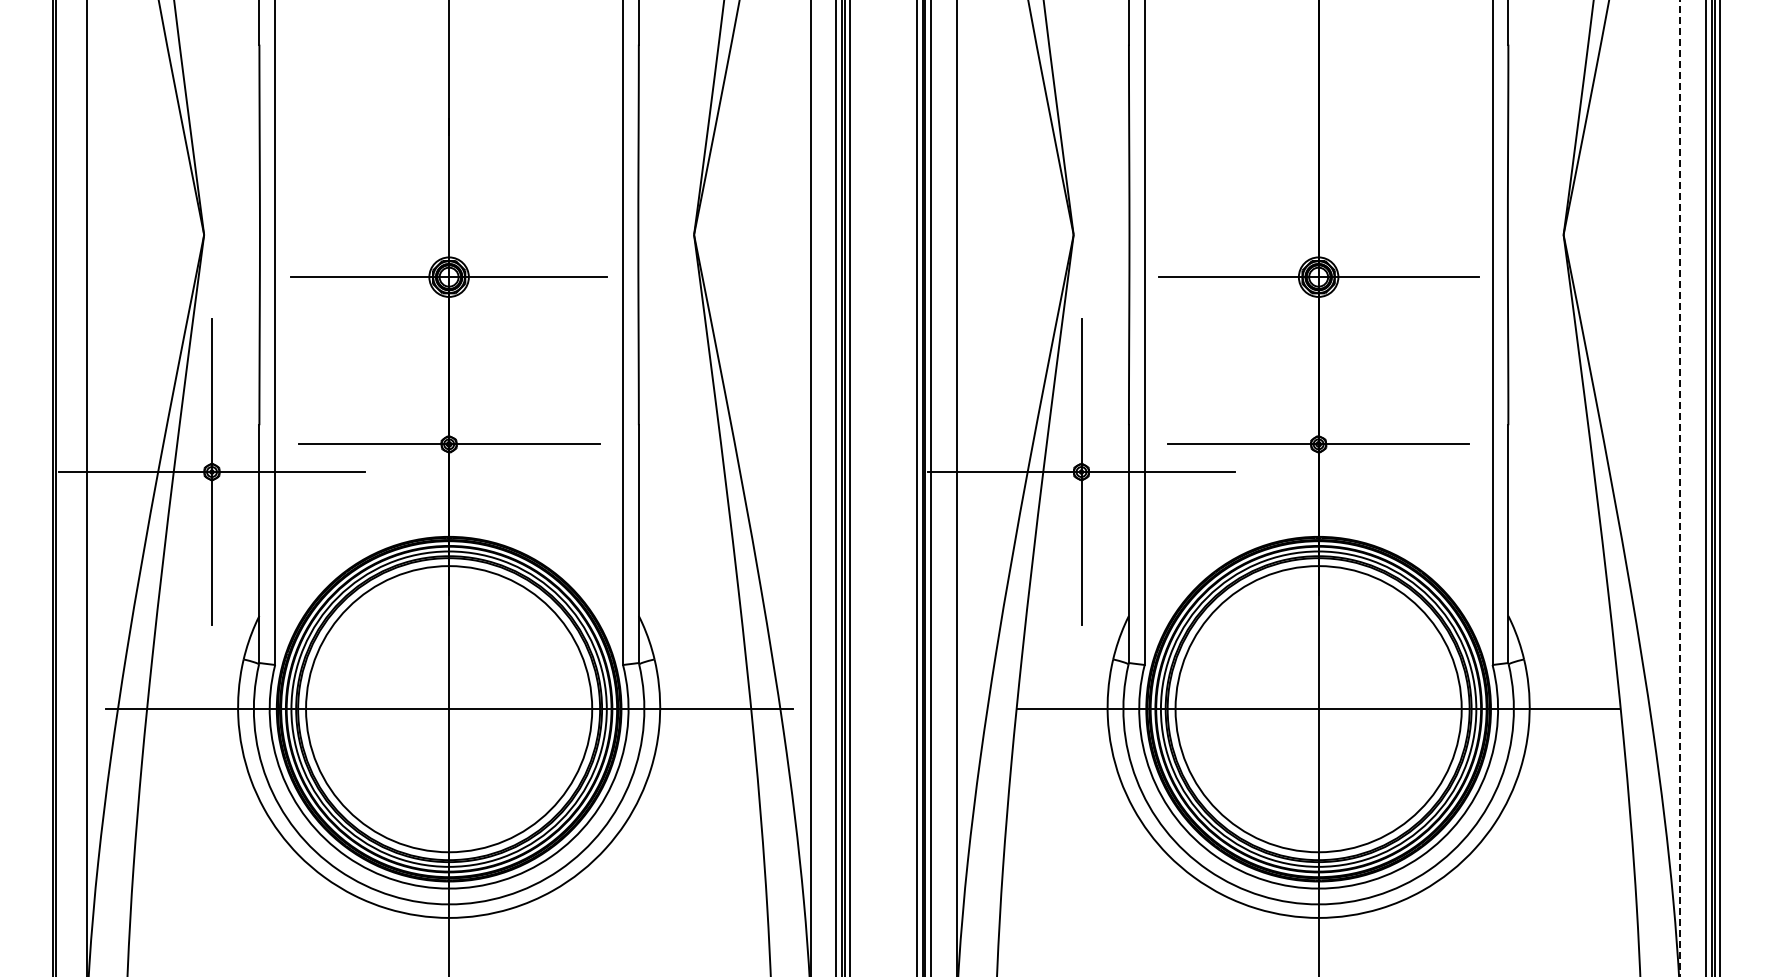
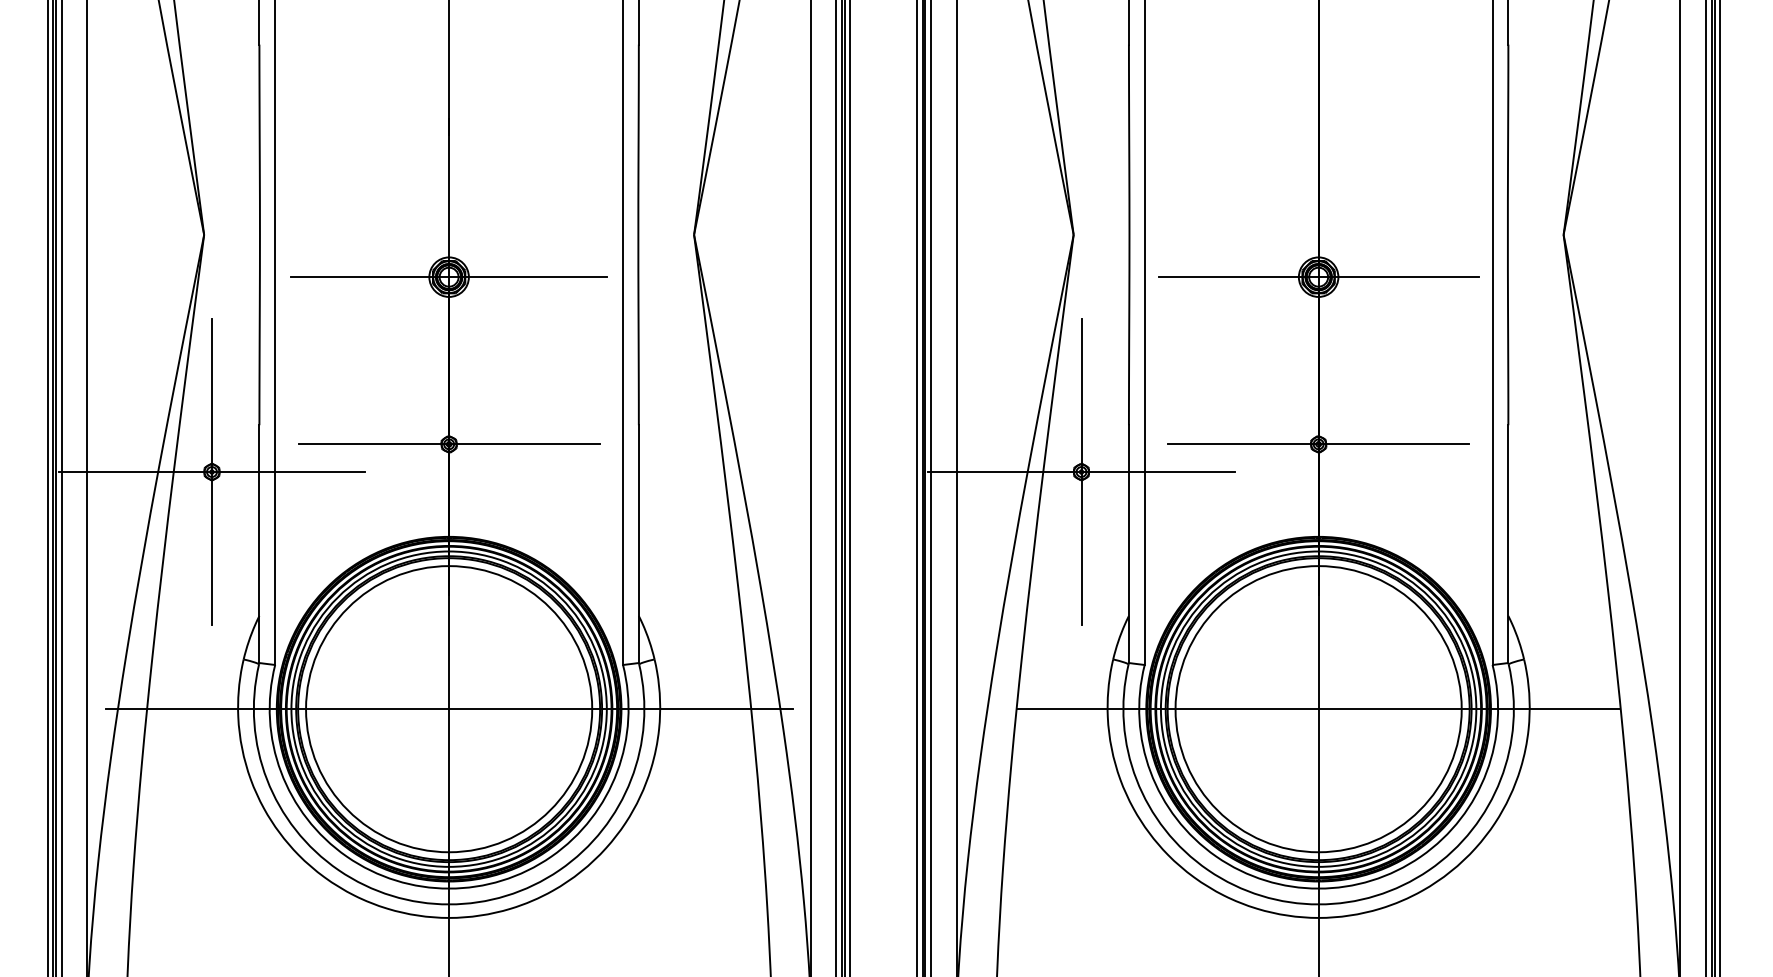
line at (47, 487): none -> present
line at (61, 487): none -> present
line at (1680, 488): dashed -> solid
